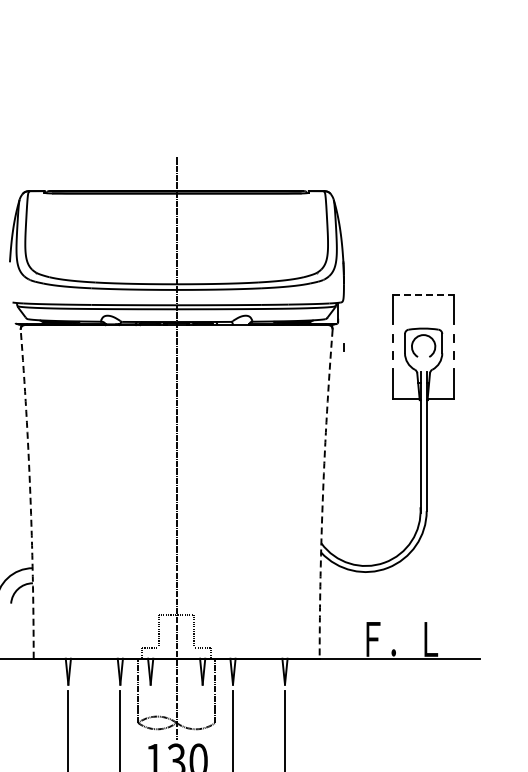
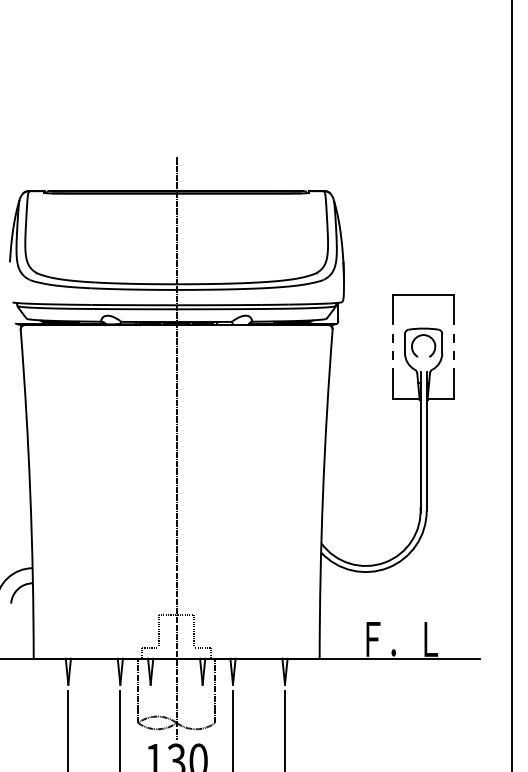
line at (424, 294): dashed -> solid
line at (343, 347): present -> none
line at (512, 385): none -> present
arc at (30, 494): dashed -> solid
arc at (323, 494): dashed -> solid
